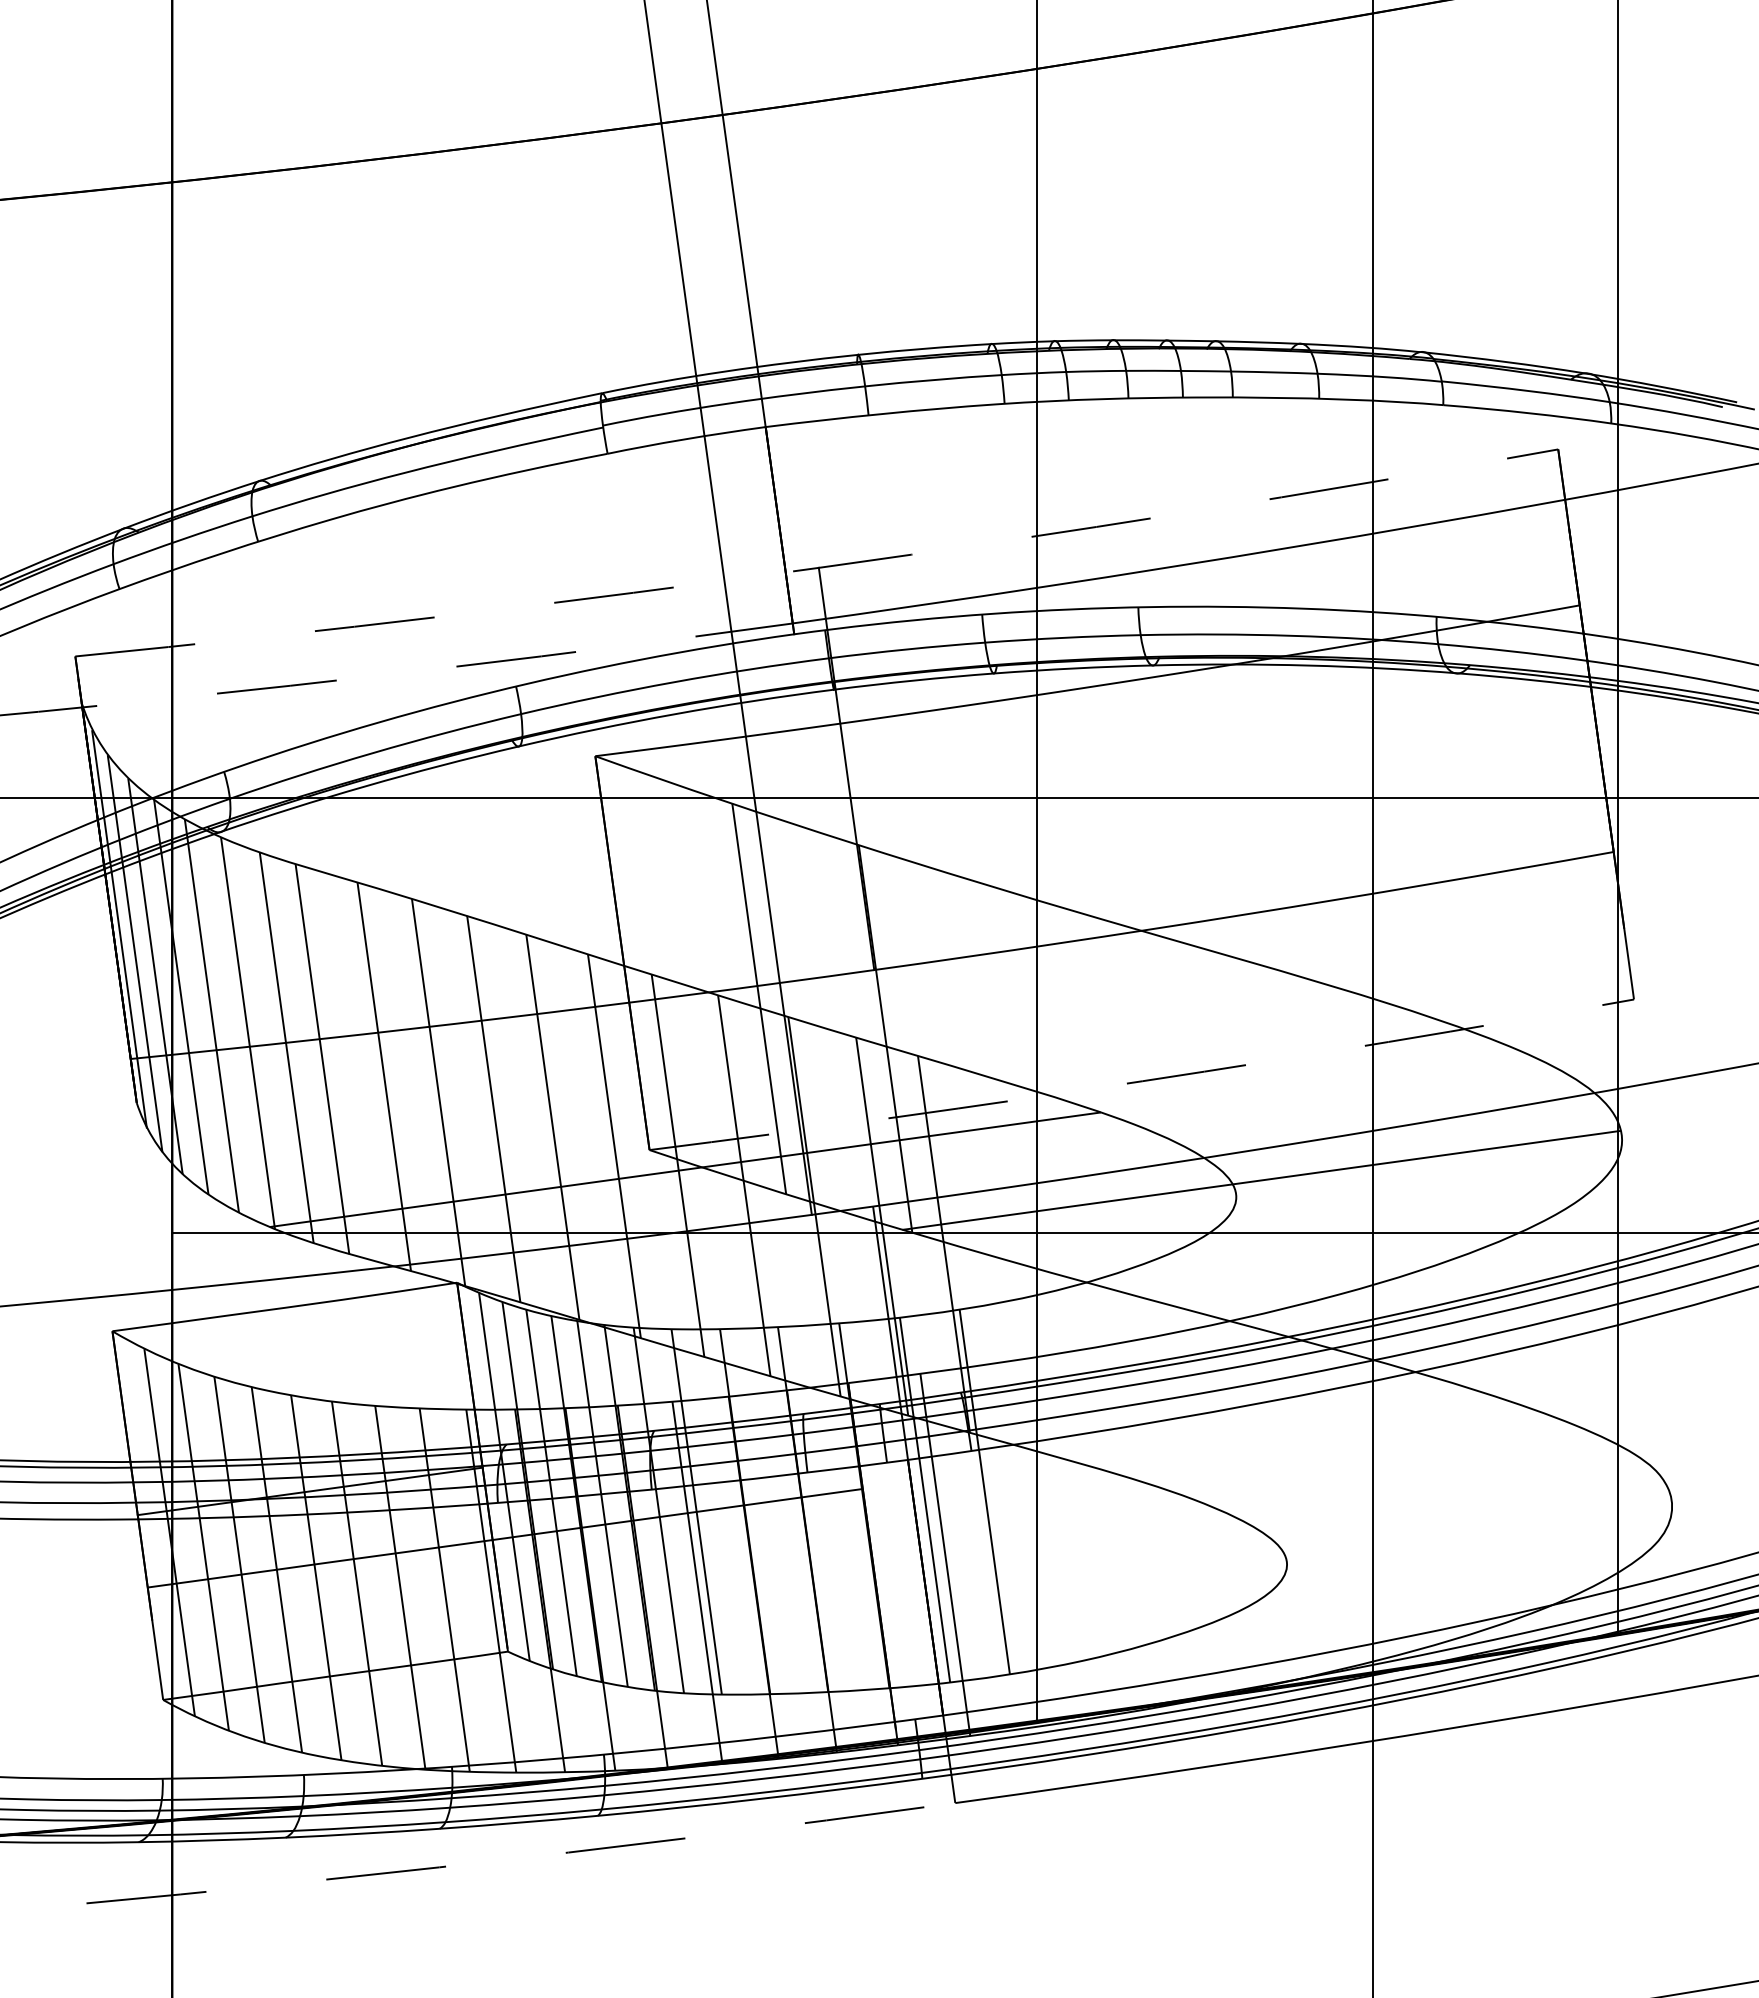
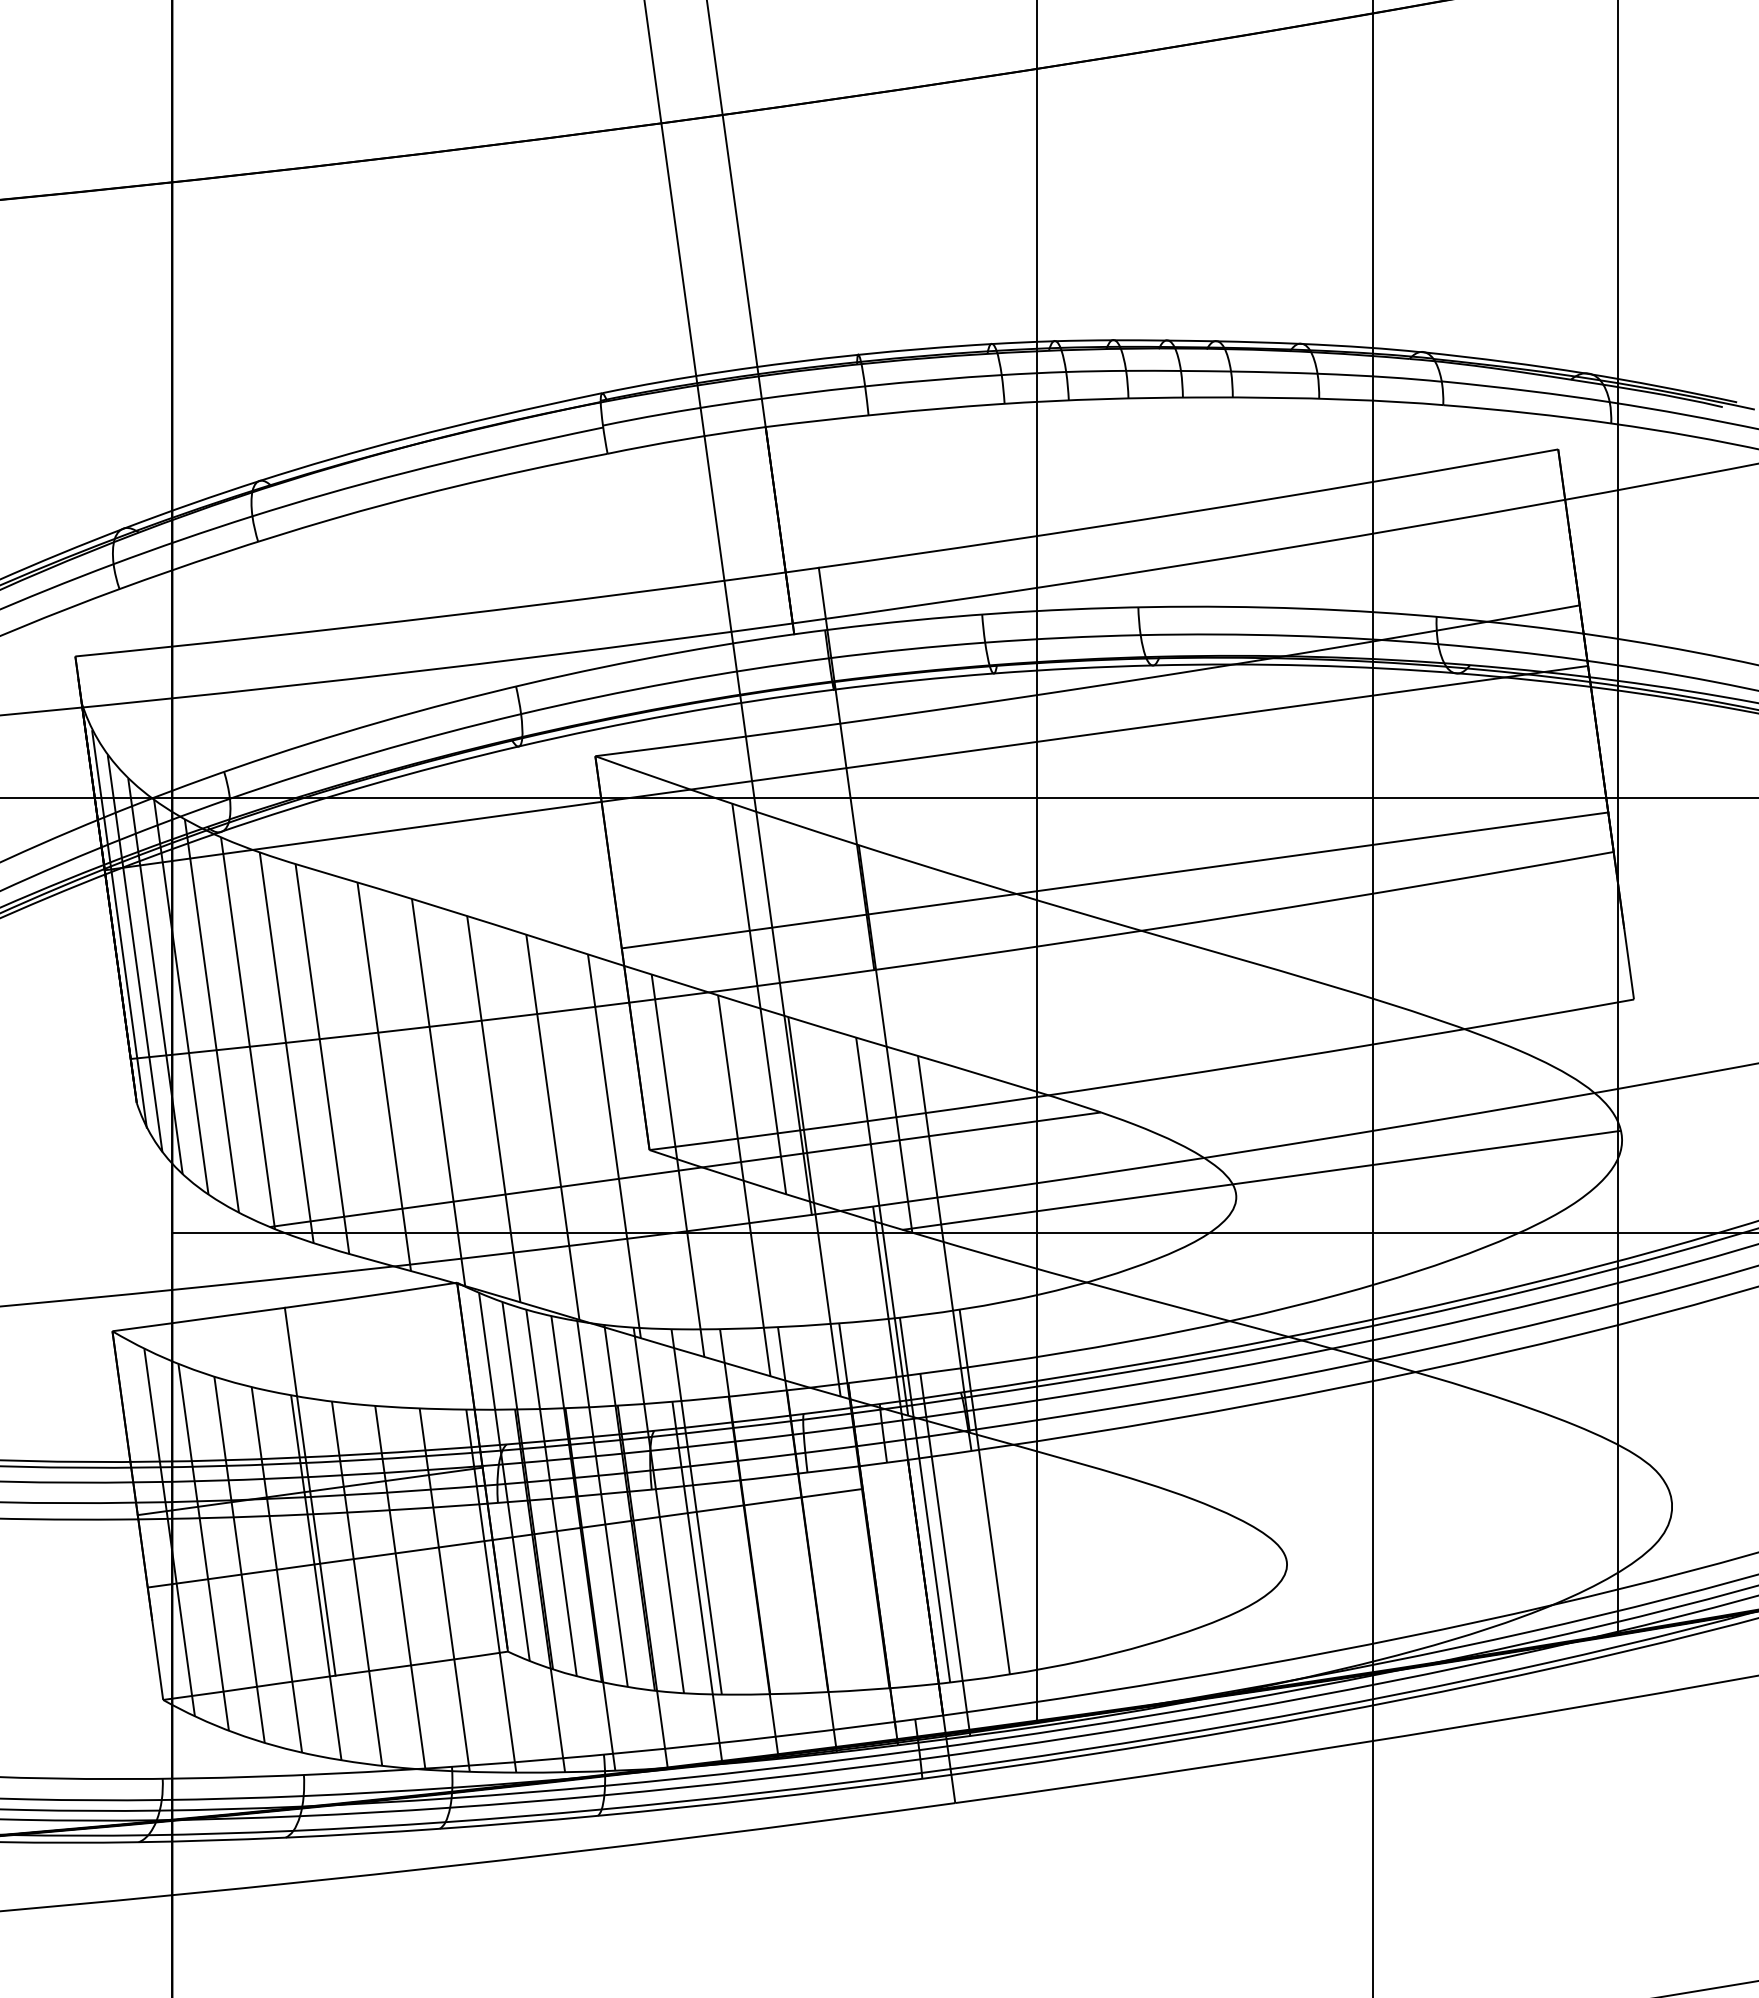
arc at (818, 567): dashed -> solid
arc at (397, 673): dashed -> solid
line at (846, 767): none -> present
line at (1114, 880): none -> present
arc at (1142, 1081): dashed -> solid
line at (309, 1491): none -> present
arc at (478, 1862): dashed -> solid
